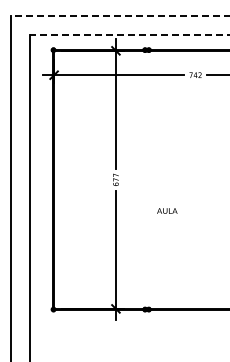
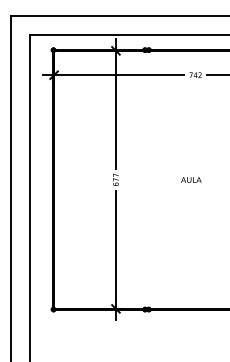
line at (120, 15): dashed -> solid
line at (129, 34): dashed -> solid
text at (167, 210) position: (167, 210) -> (191, 179)
